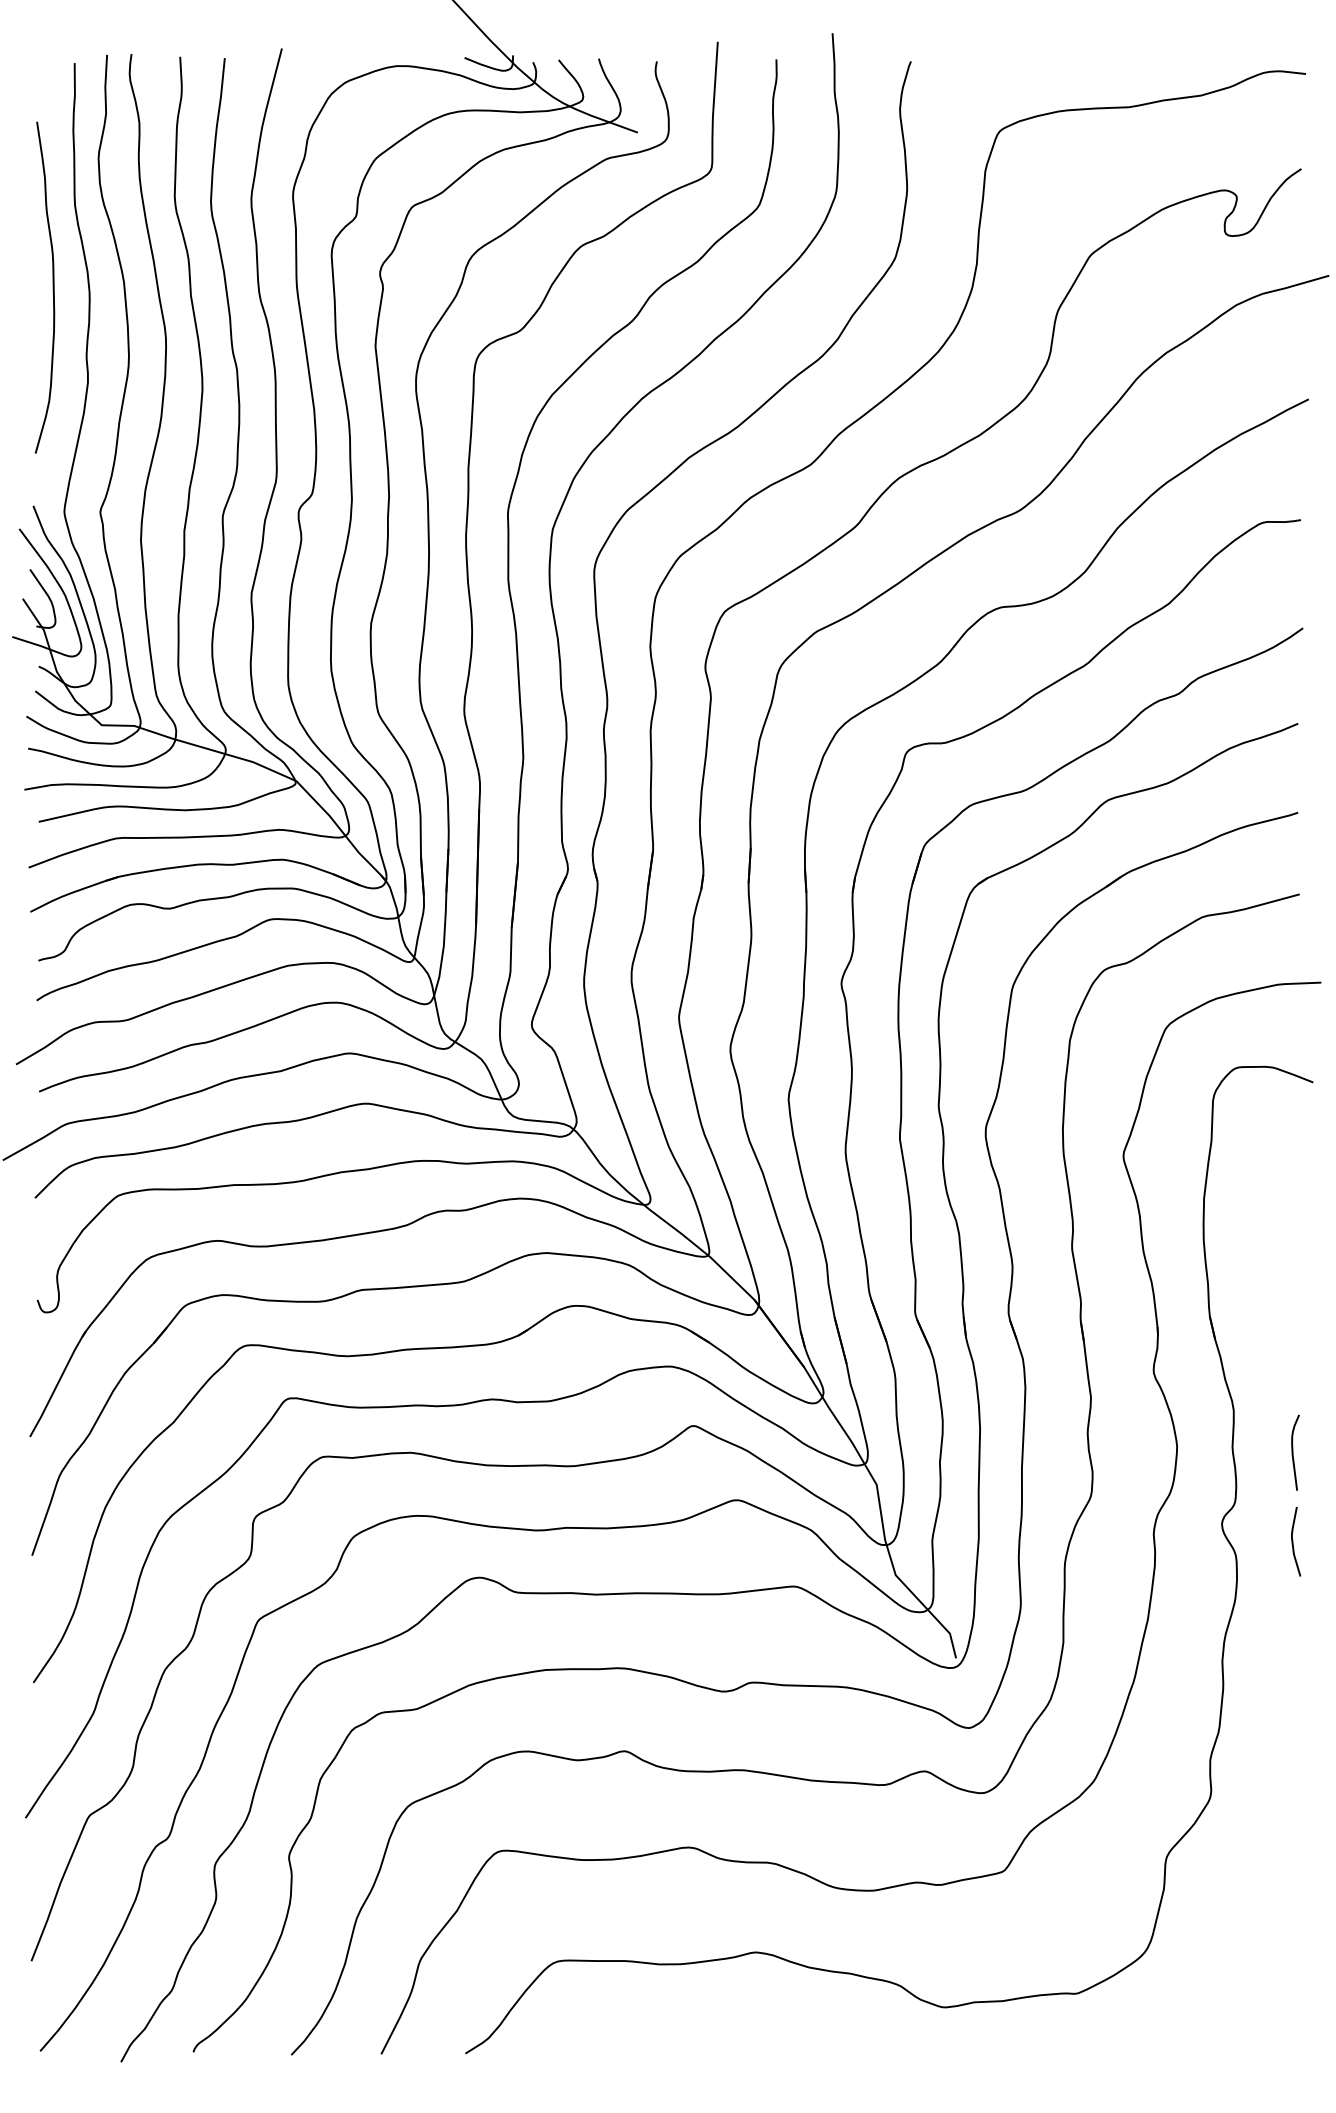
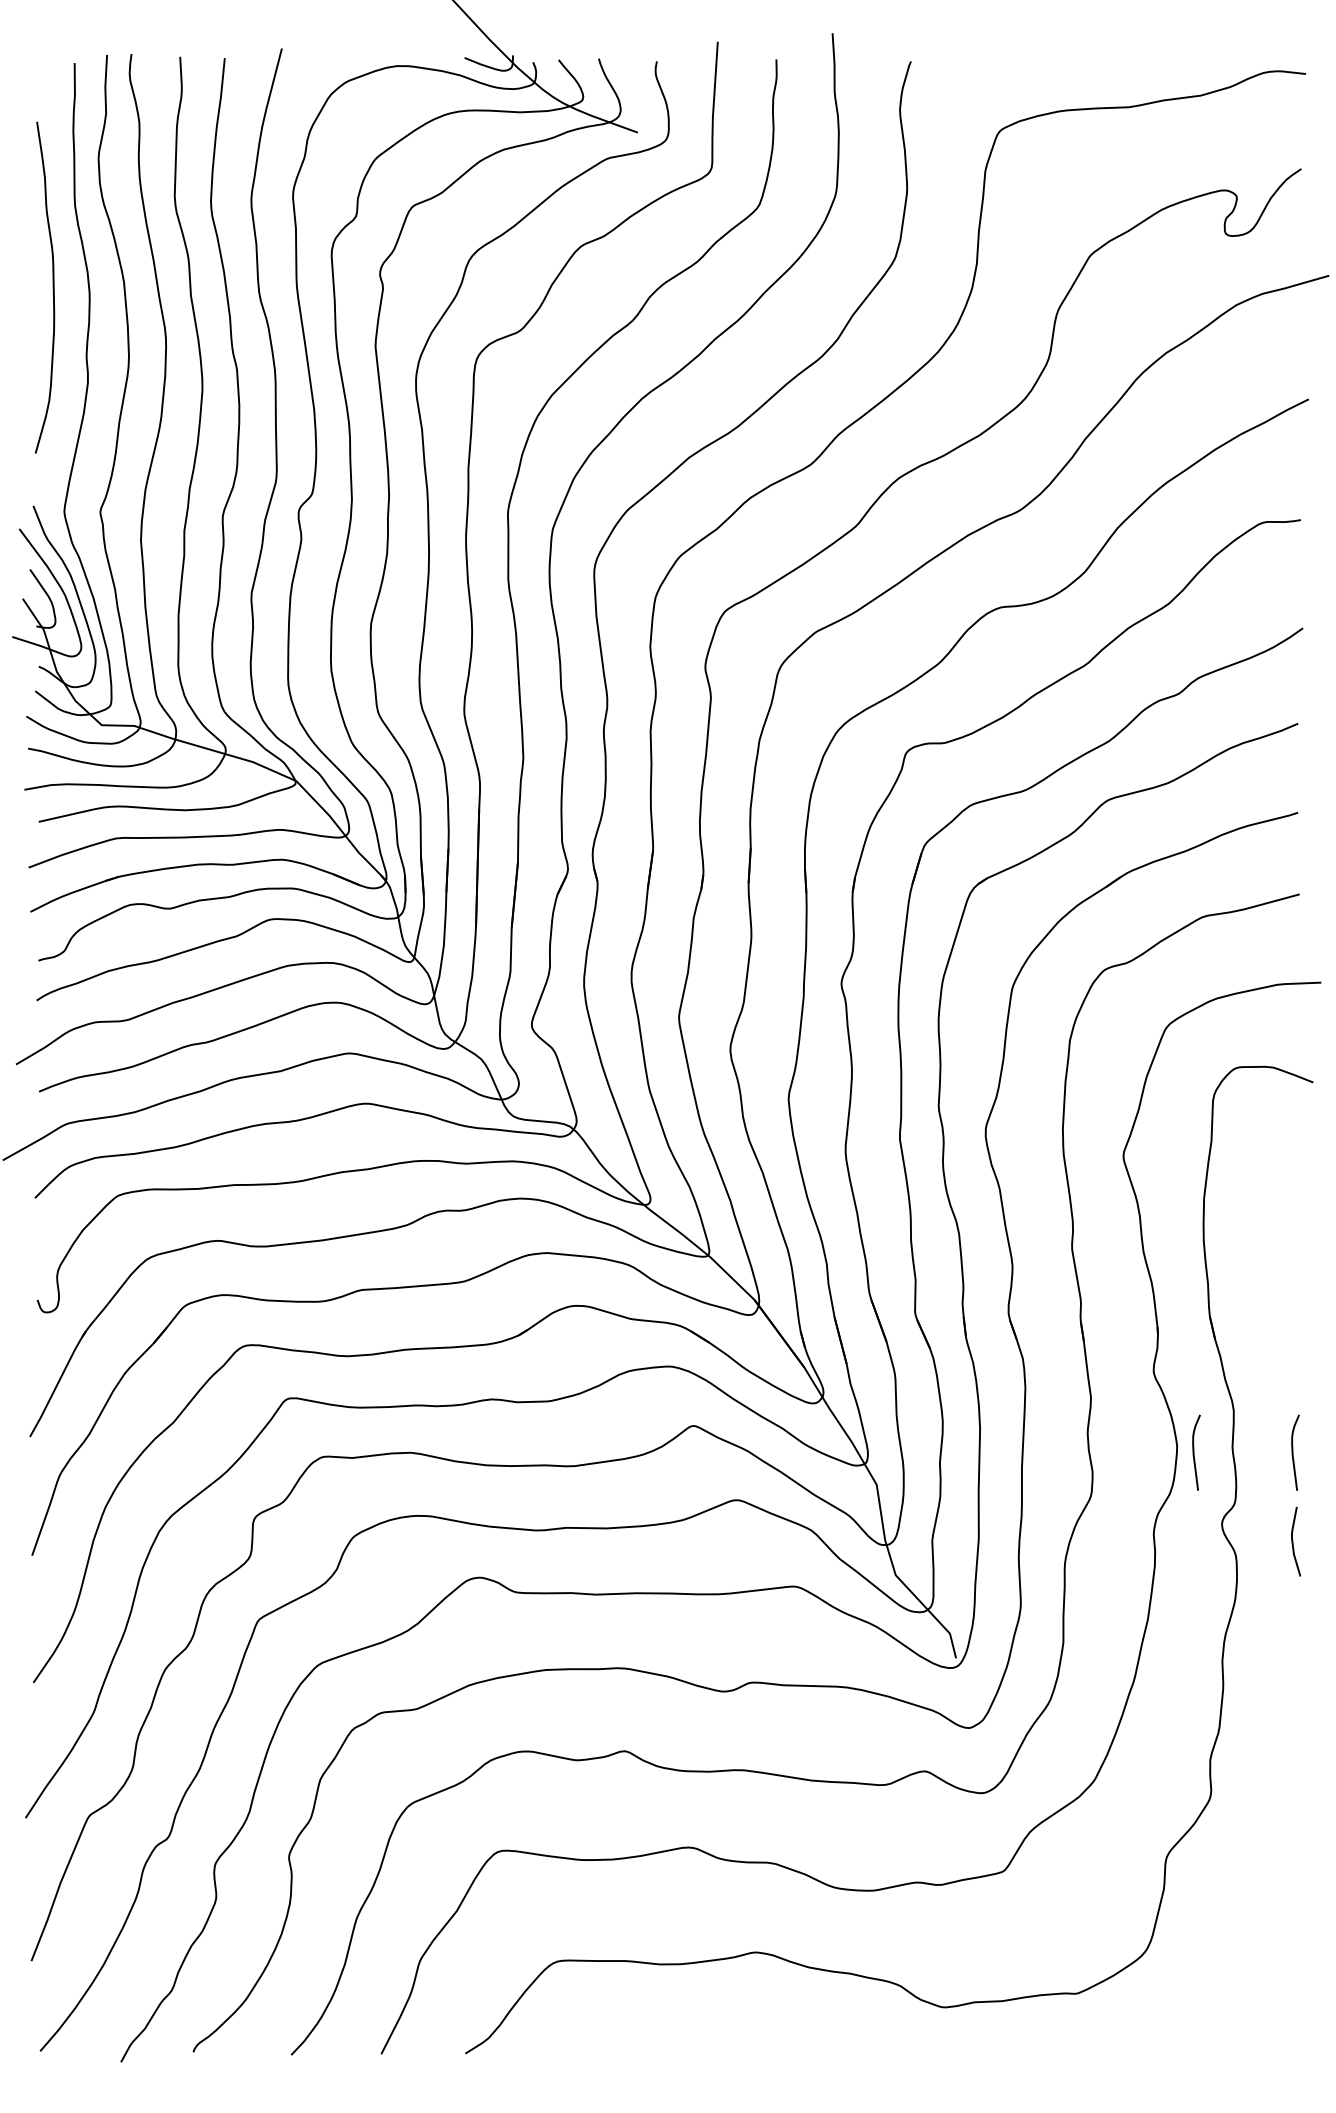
curve at (1194, 1452): none -> present
